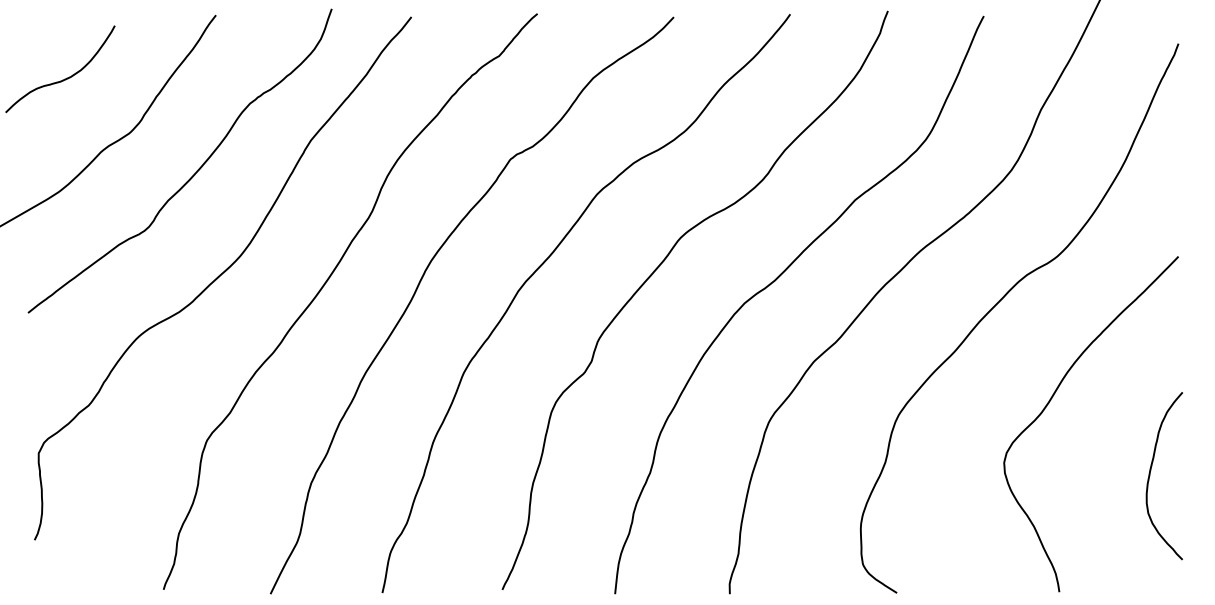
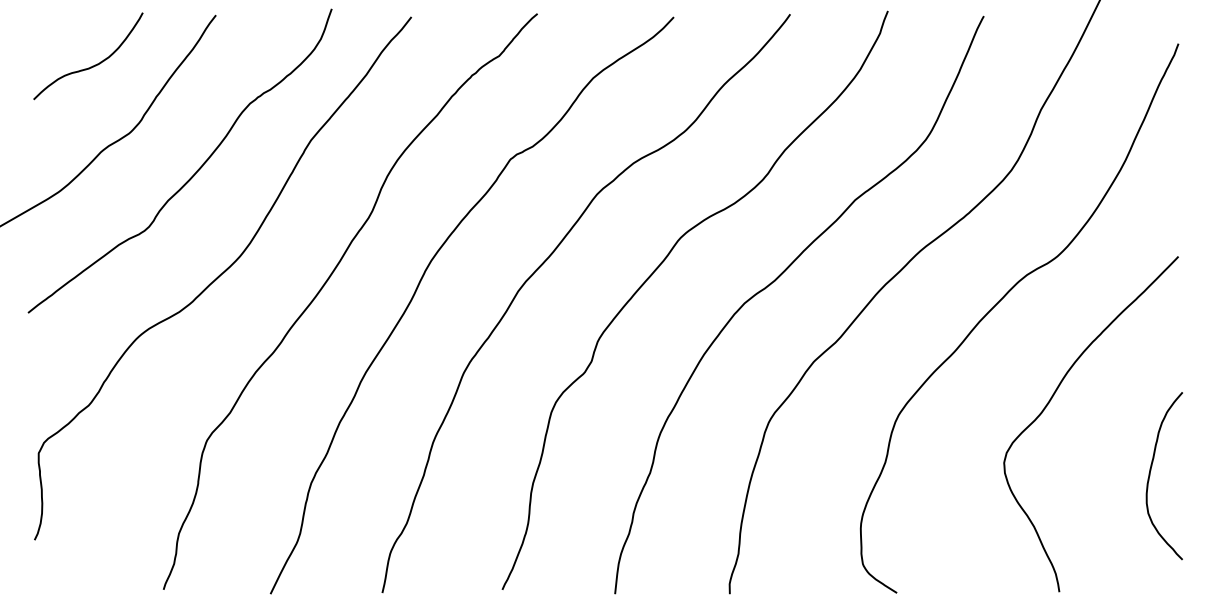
curve at (64, 78) position: (64, 78) -> (92, 65)
